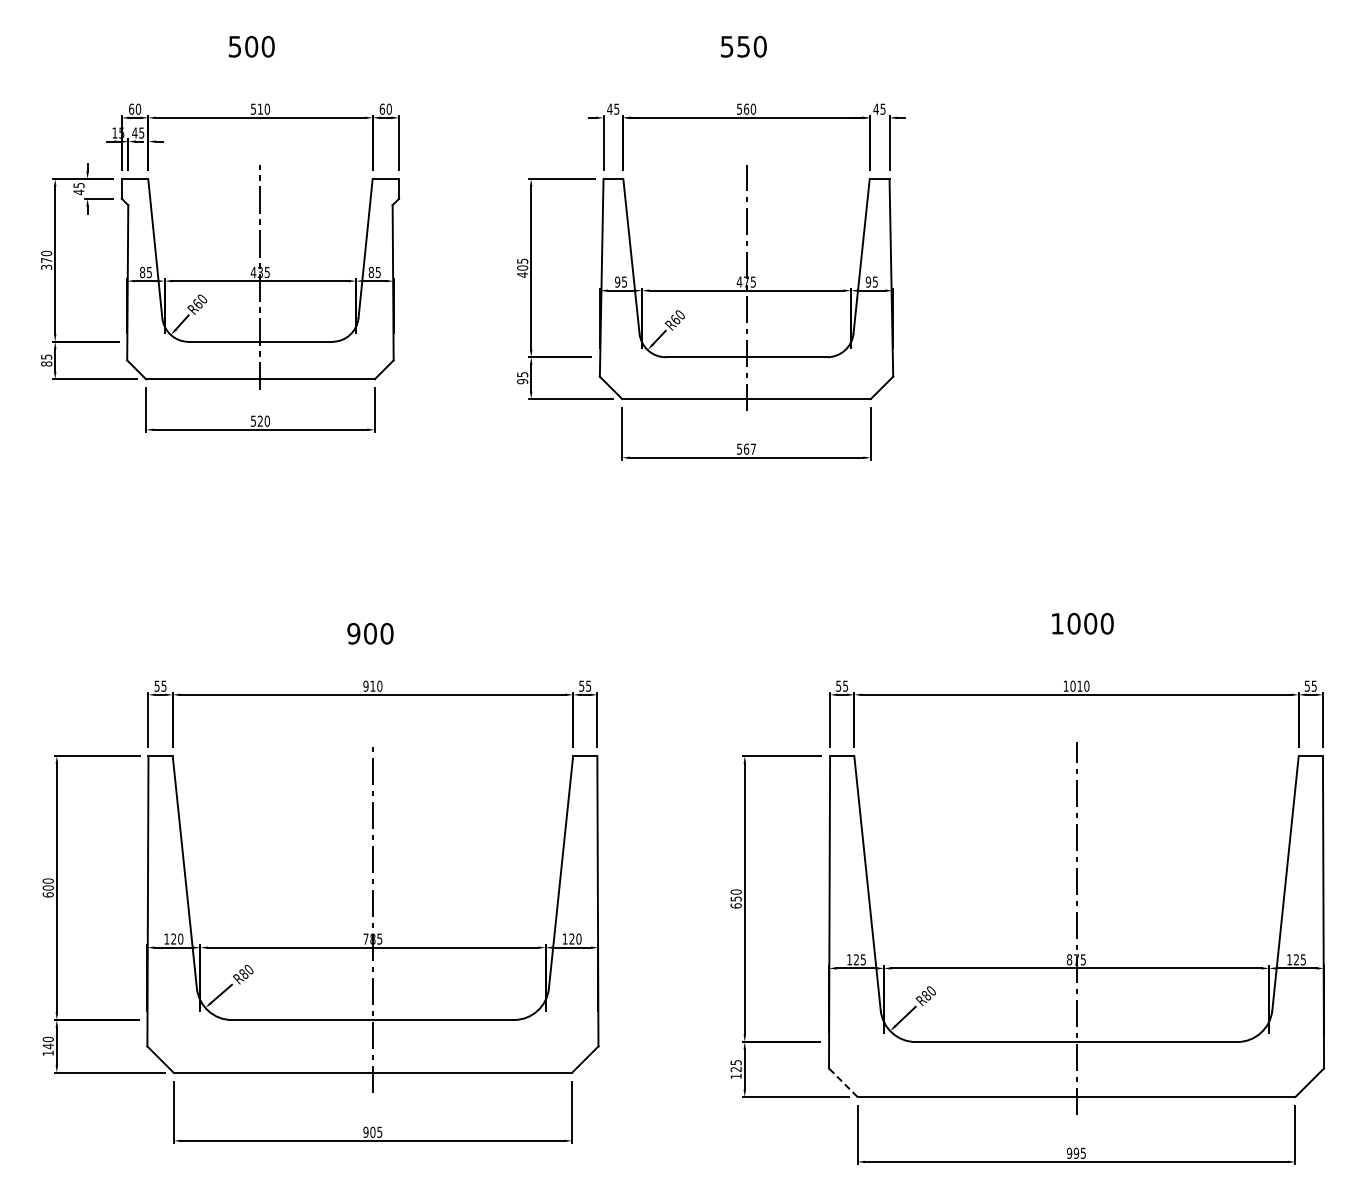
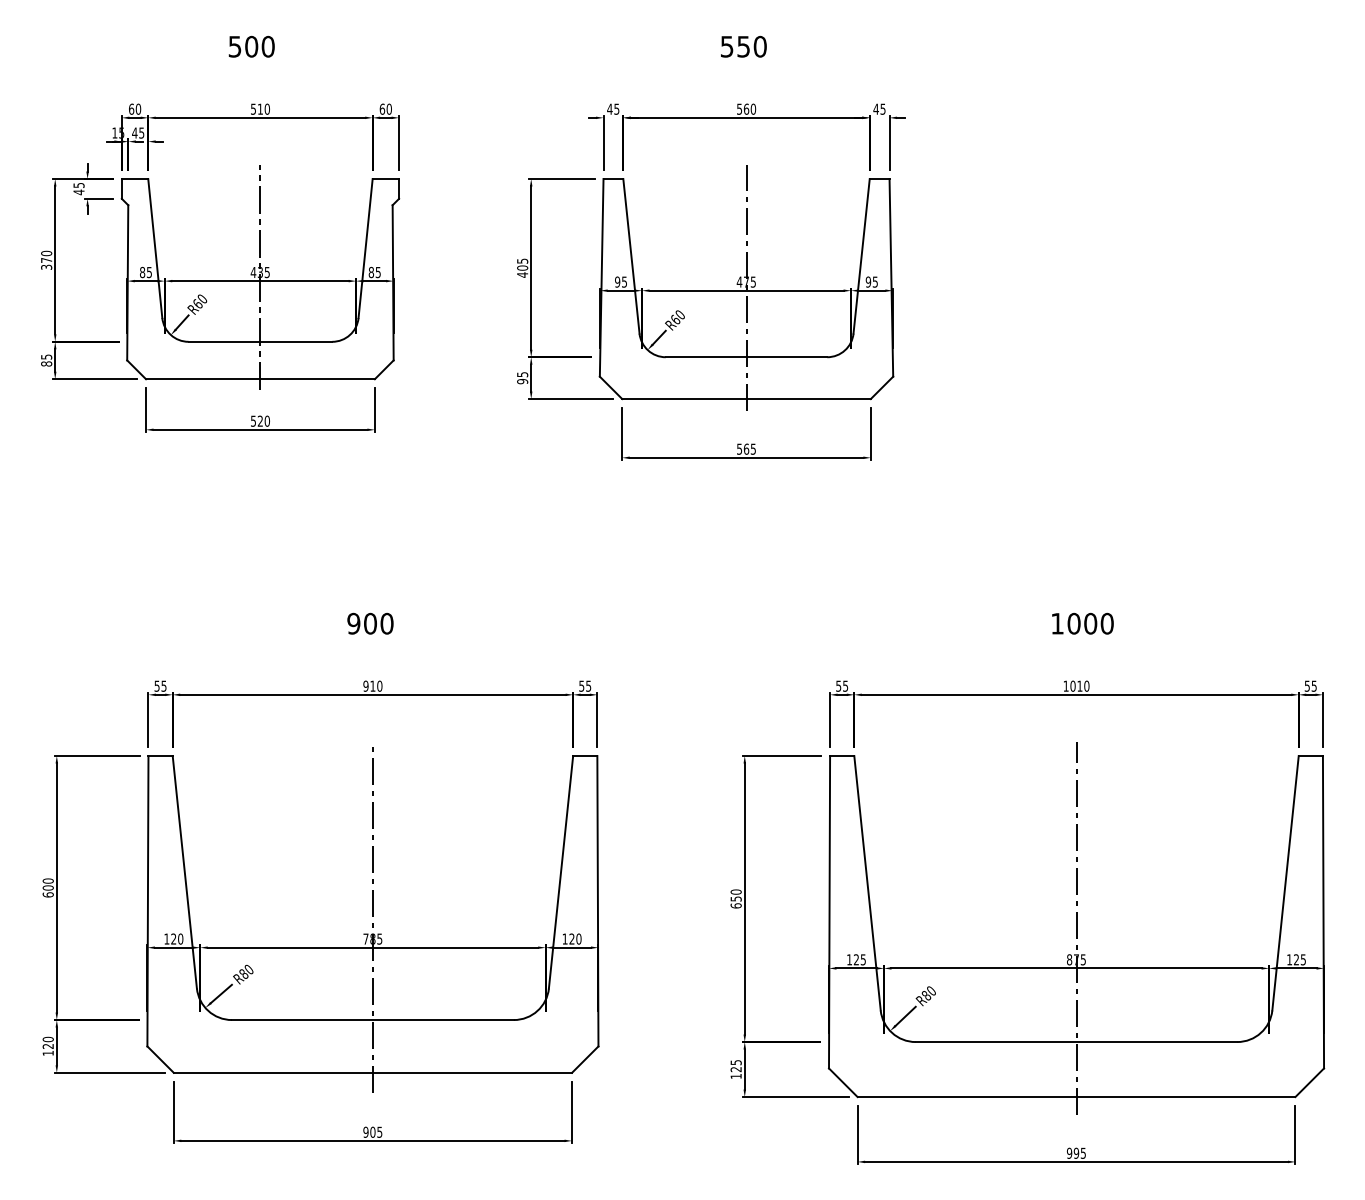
text at (752, 448): 567 -> 565
text at (370, 633) position: (370, 633) -> (370, 623)
text at (47, 1046): 140 -> 120
line at (842, 1082): dashed -> solid
